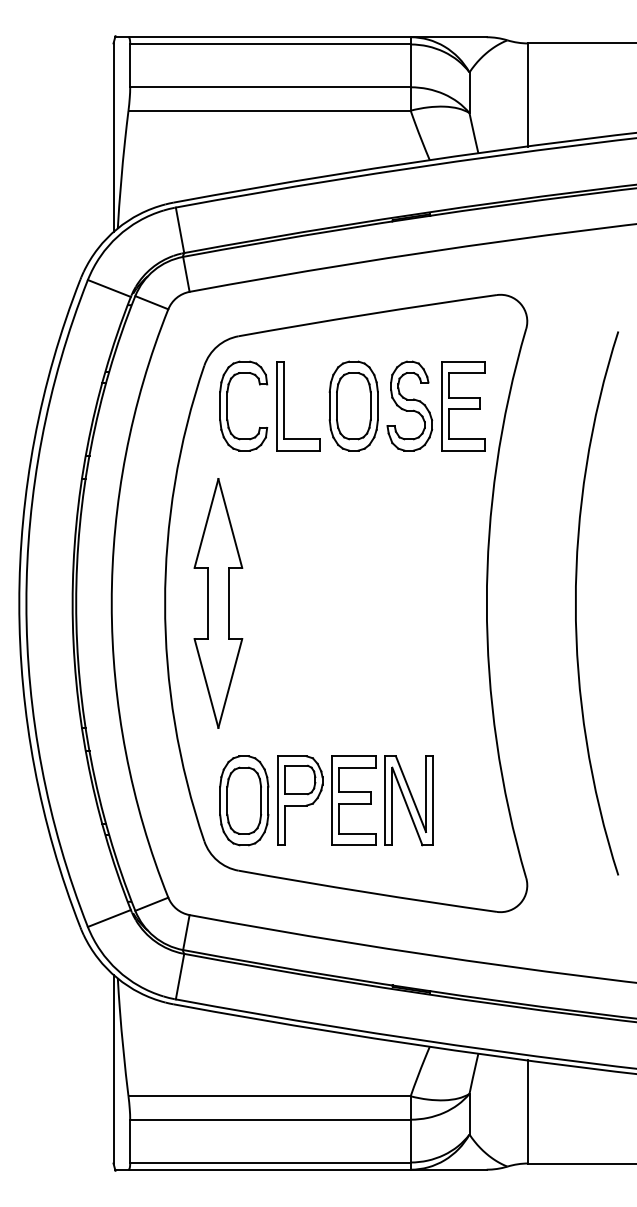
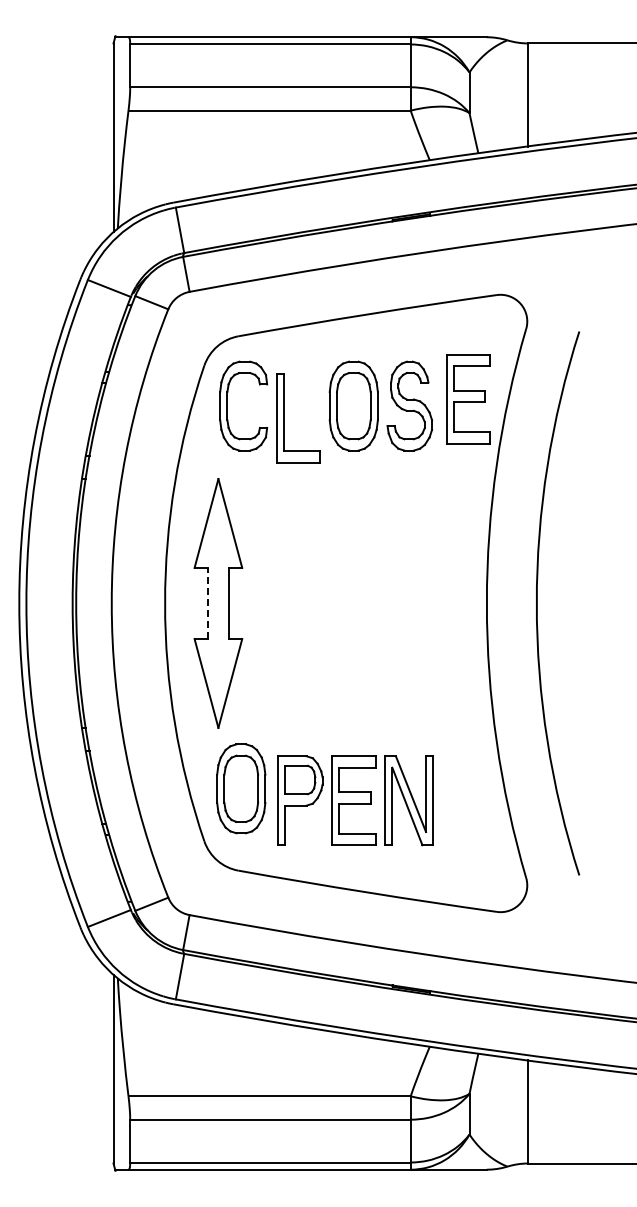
part at (284, 406) position: (284, 406) -> (284, 418)
part at (463, 406) position: (463, 406) -> (468, 399)
line at (207, 603): solid -> dashed
arc at (576, 603) position: (576, 603) -> (537, 603)
part at (244, 800) position: (244, 800) -> (241, 788)
